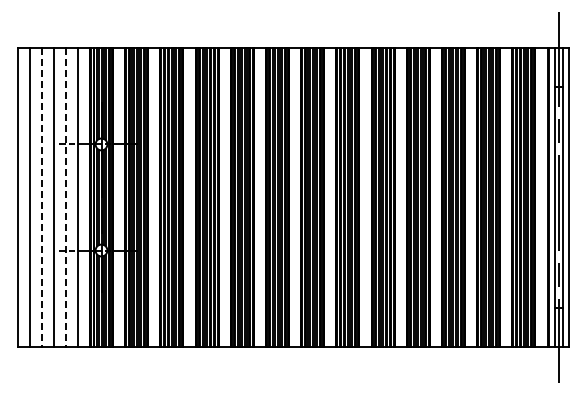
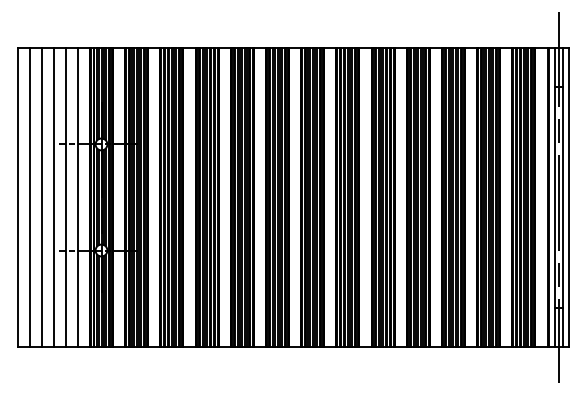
line at (41, 198): dashed -> solid
line at (65, 198): dashed -> solid
